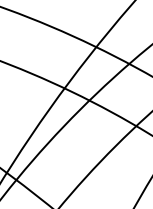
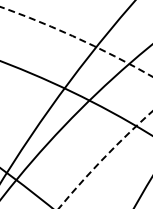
circle at (76, 41): solid -> dashed
circle at (105, 159): solid -> dashed
